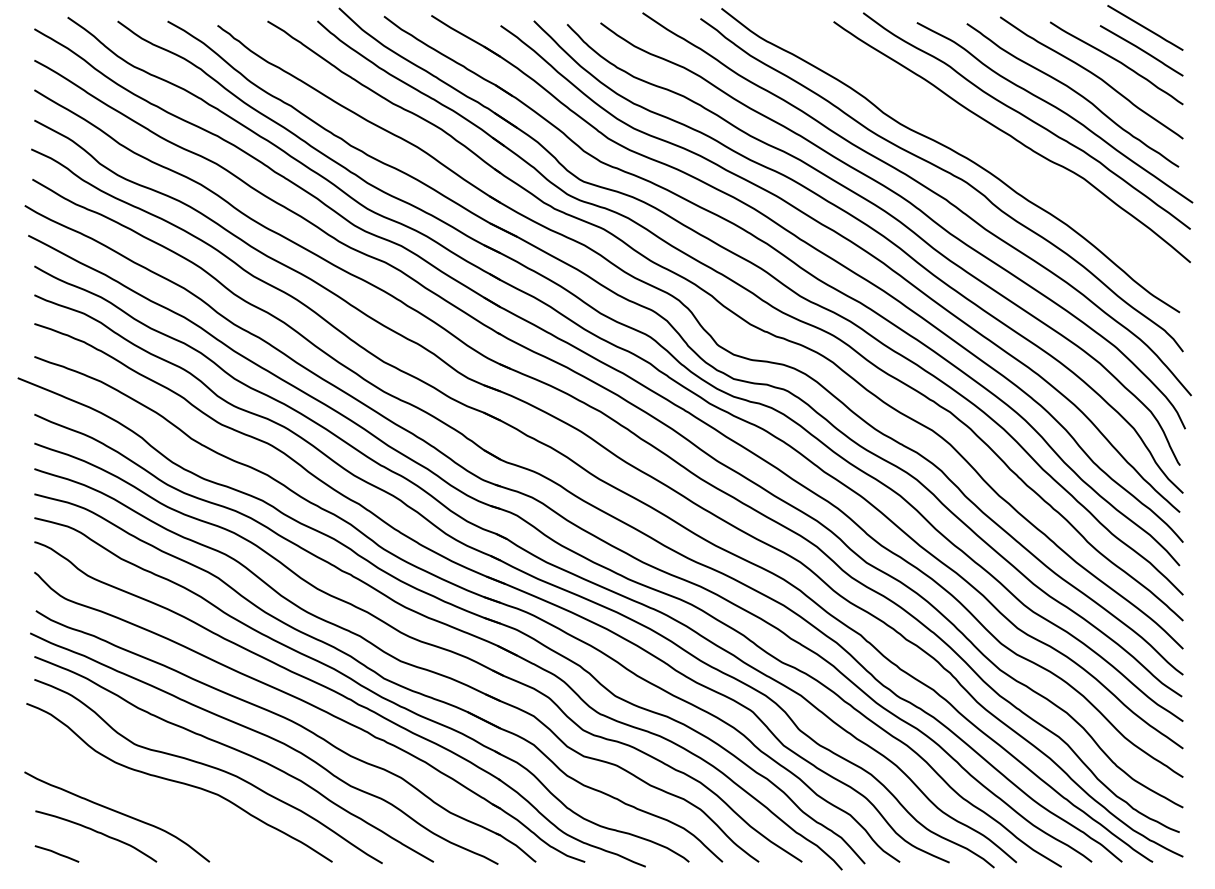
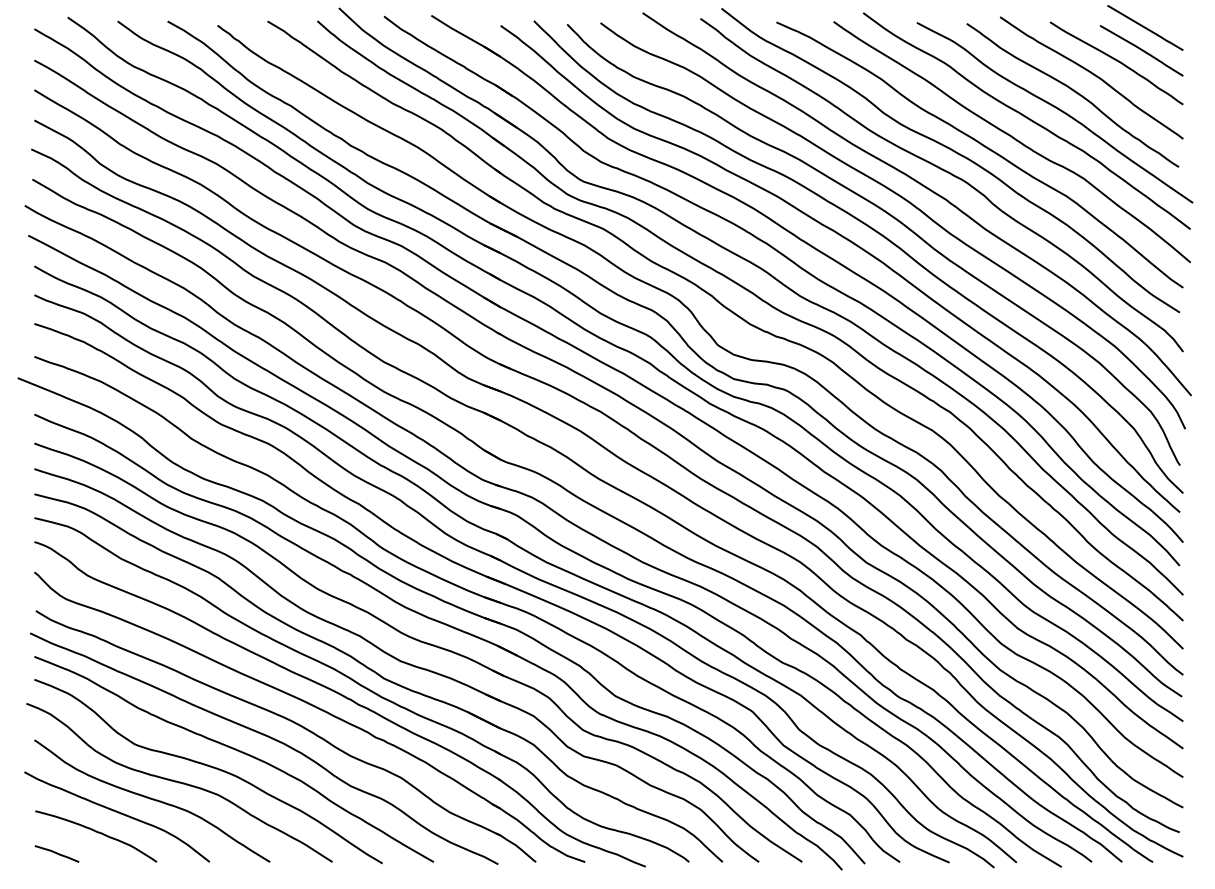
curve at (984, 147): none -> present
curve at (152, 800): none -> present
